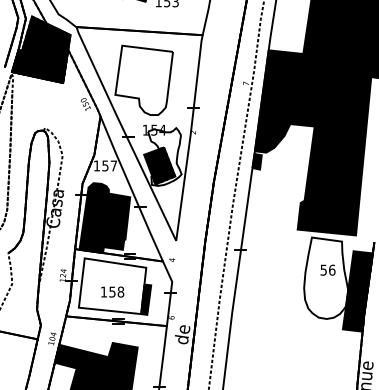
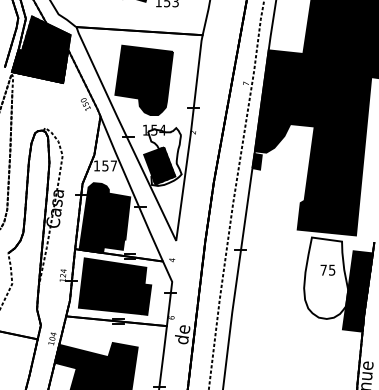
fill at (144, 80): none -> present
text at (327, 269): 56 -> 75
fill at (112, 286): none -> present
